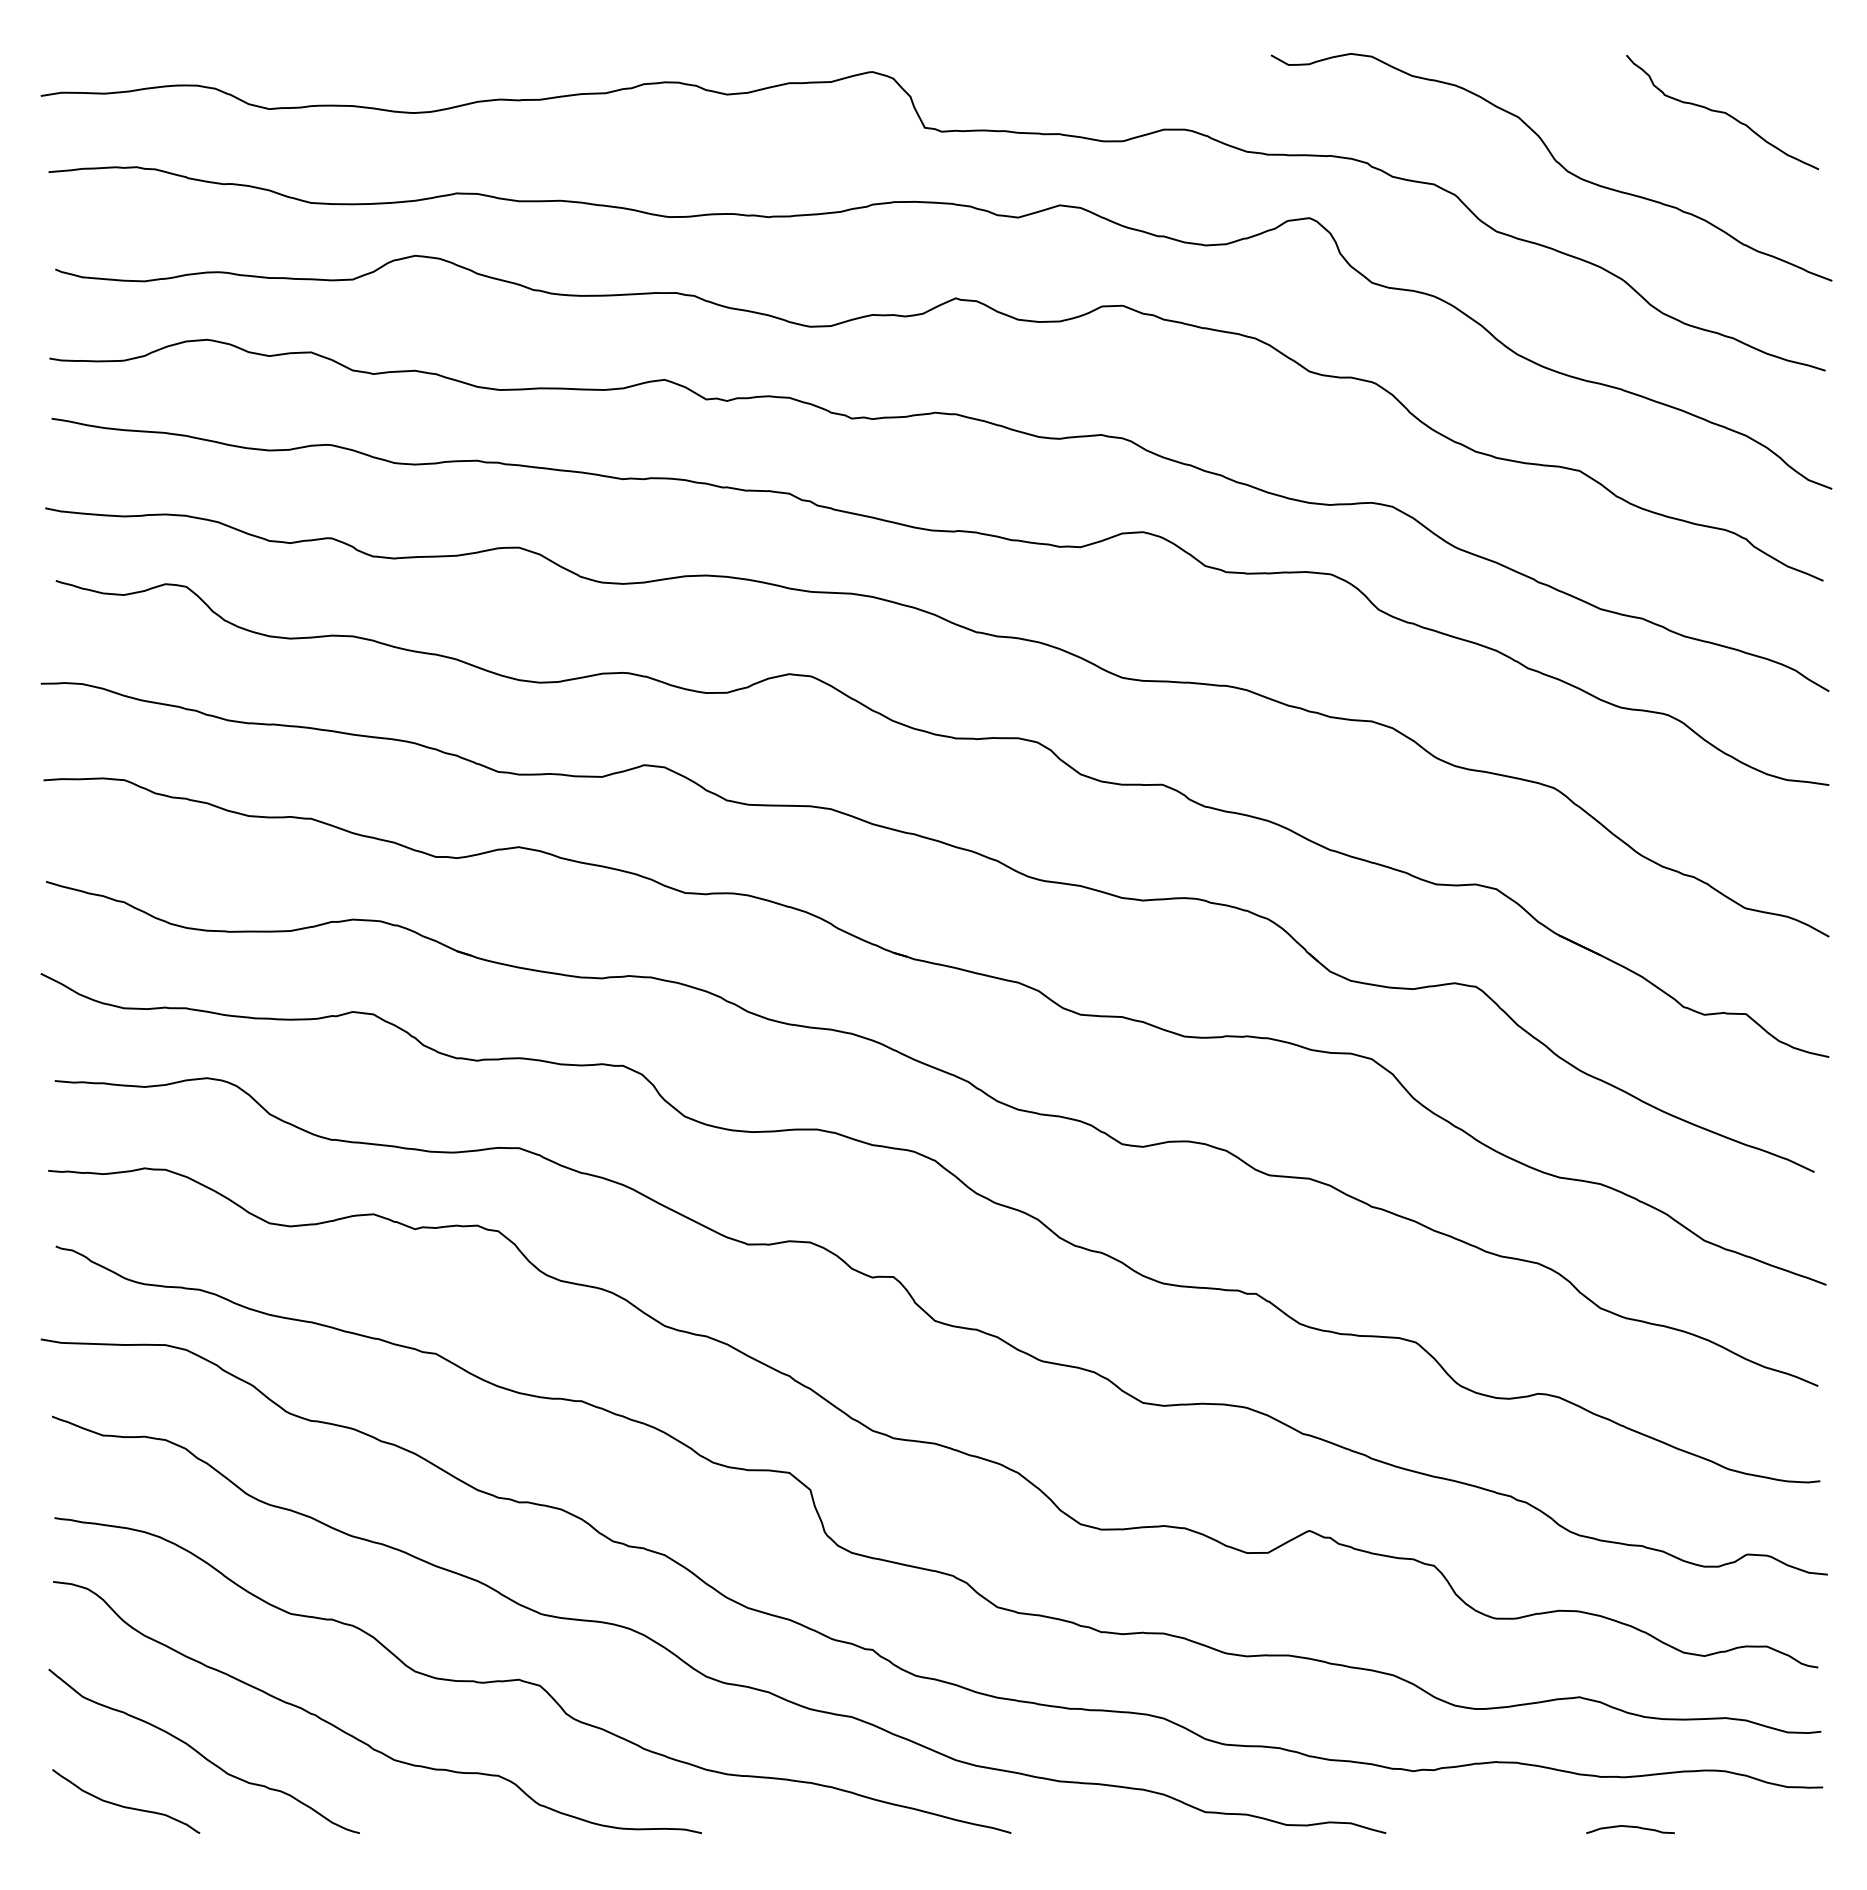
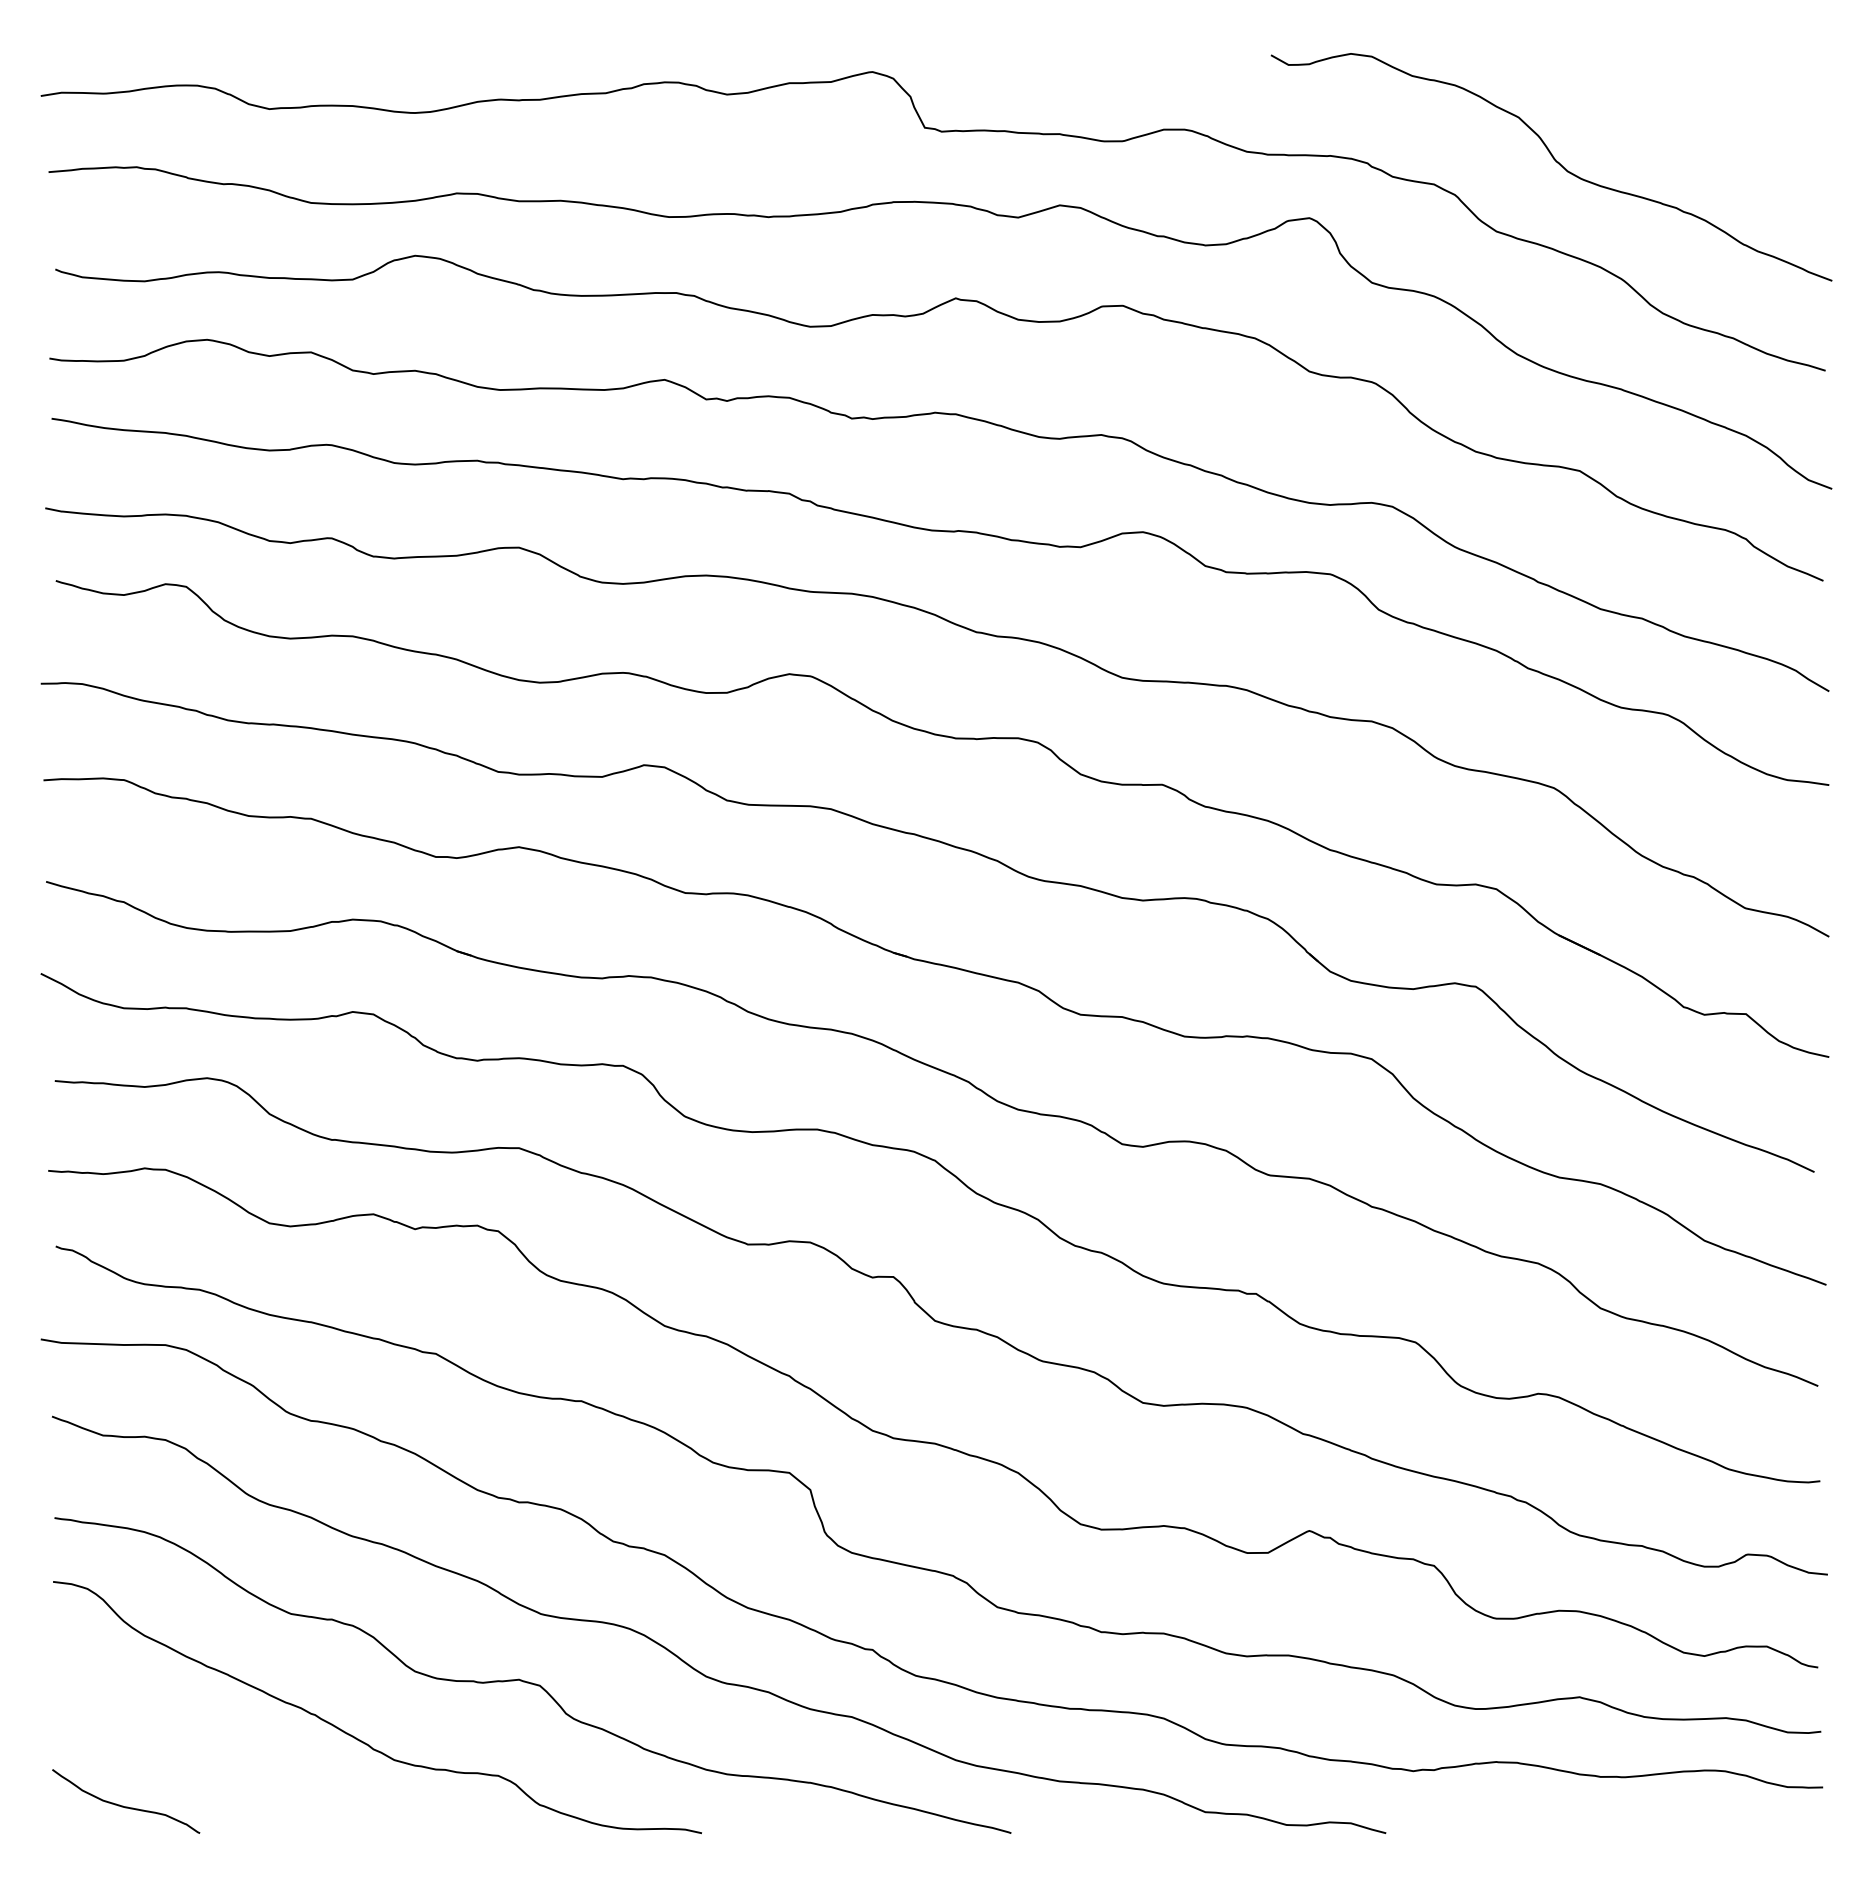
curve at (1722, 112): present -> none
curve at (201, 1753): present -> none
curve at (1630, 1827): present -> none
